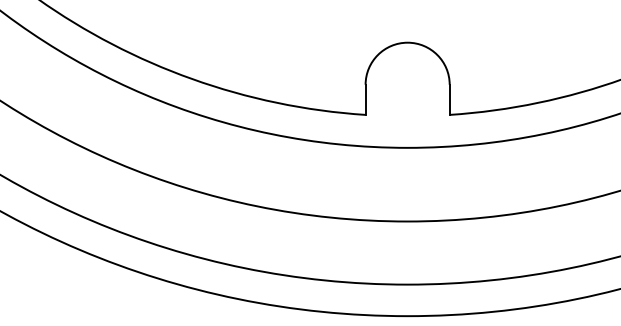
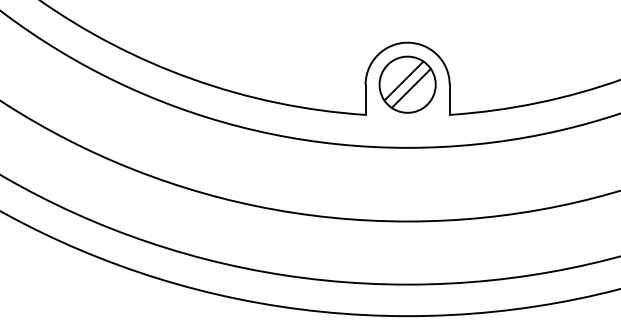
part at (407, 84): none -> present
